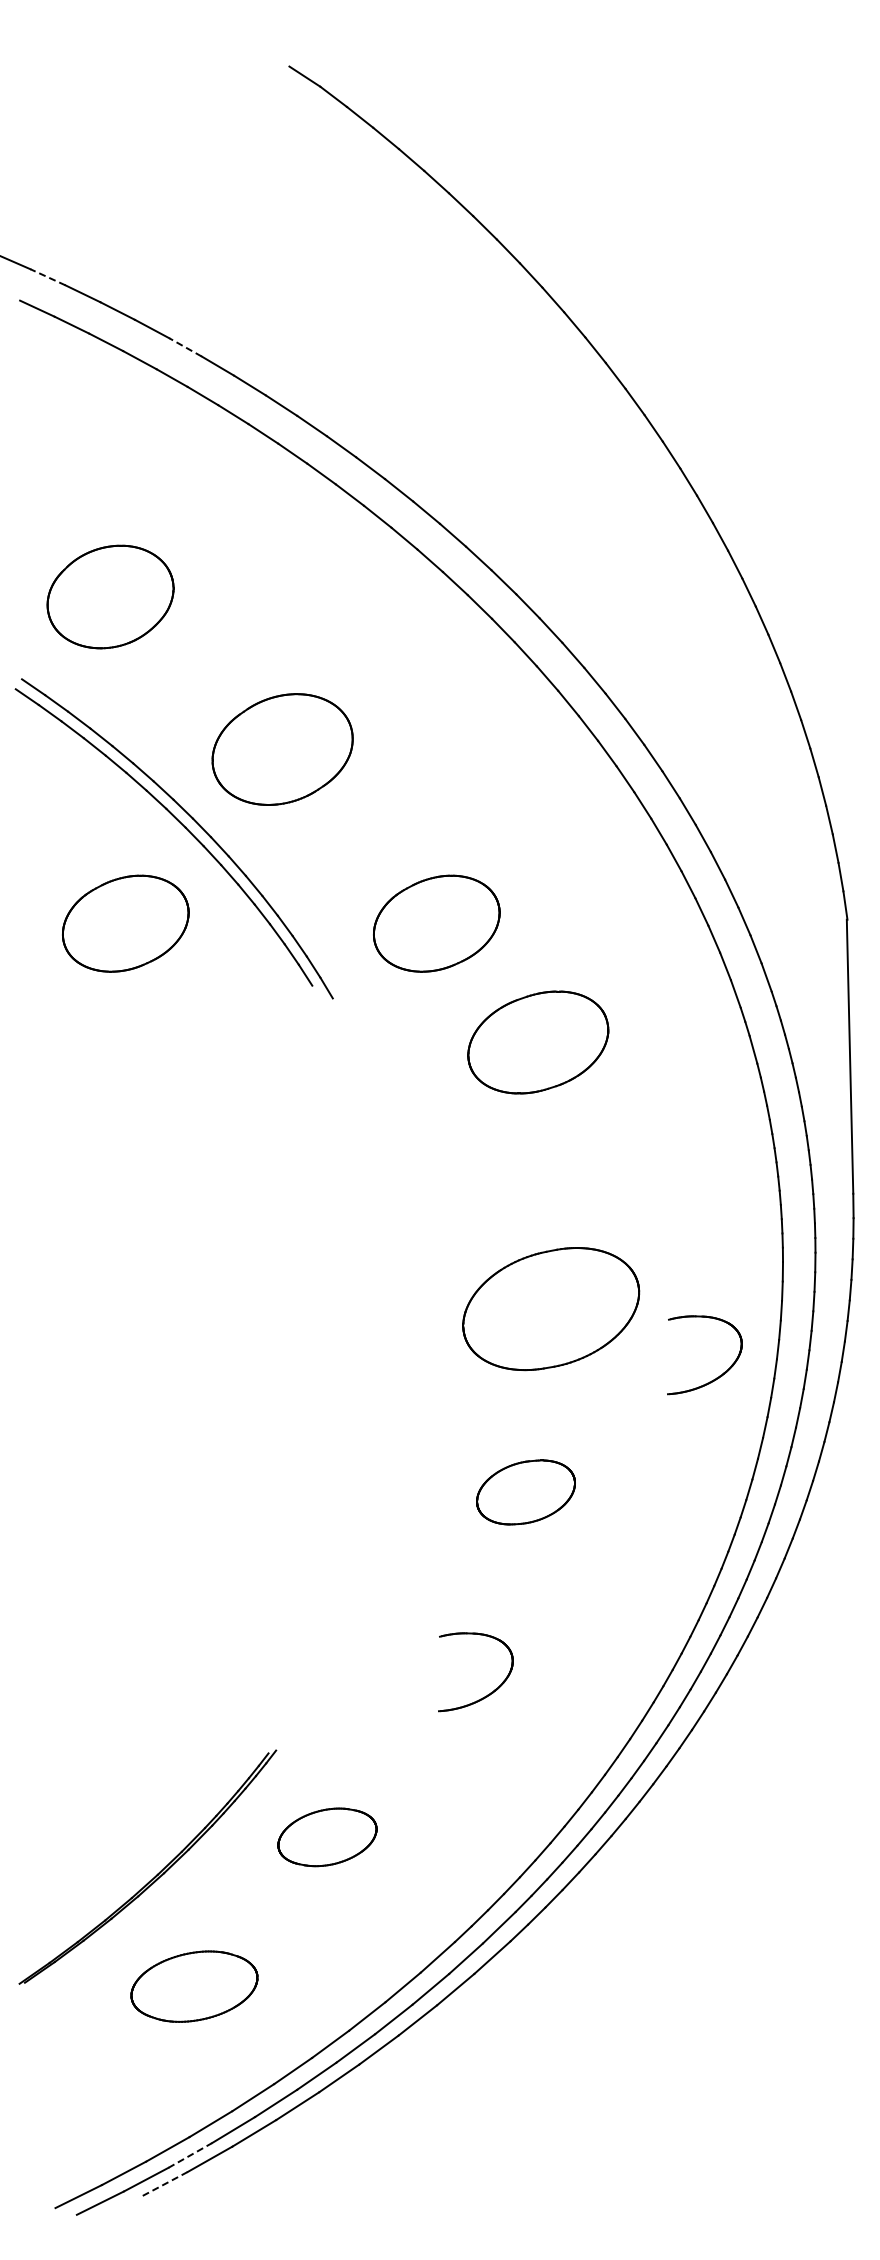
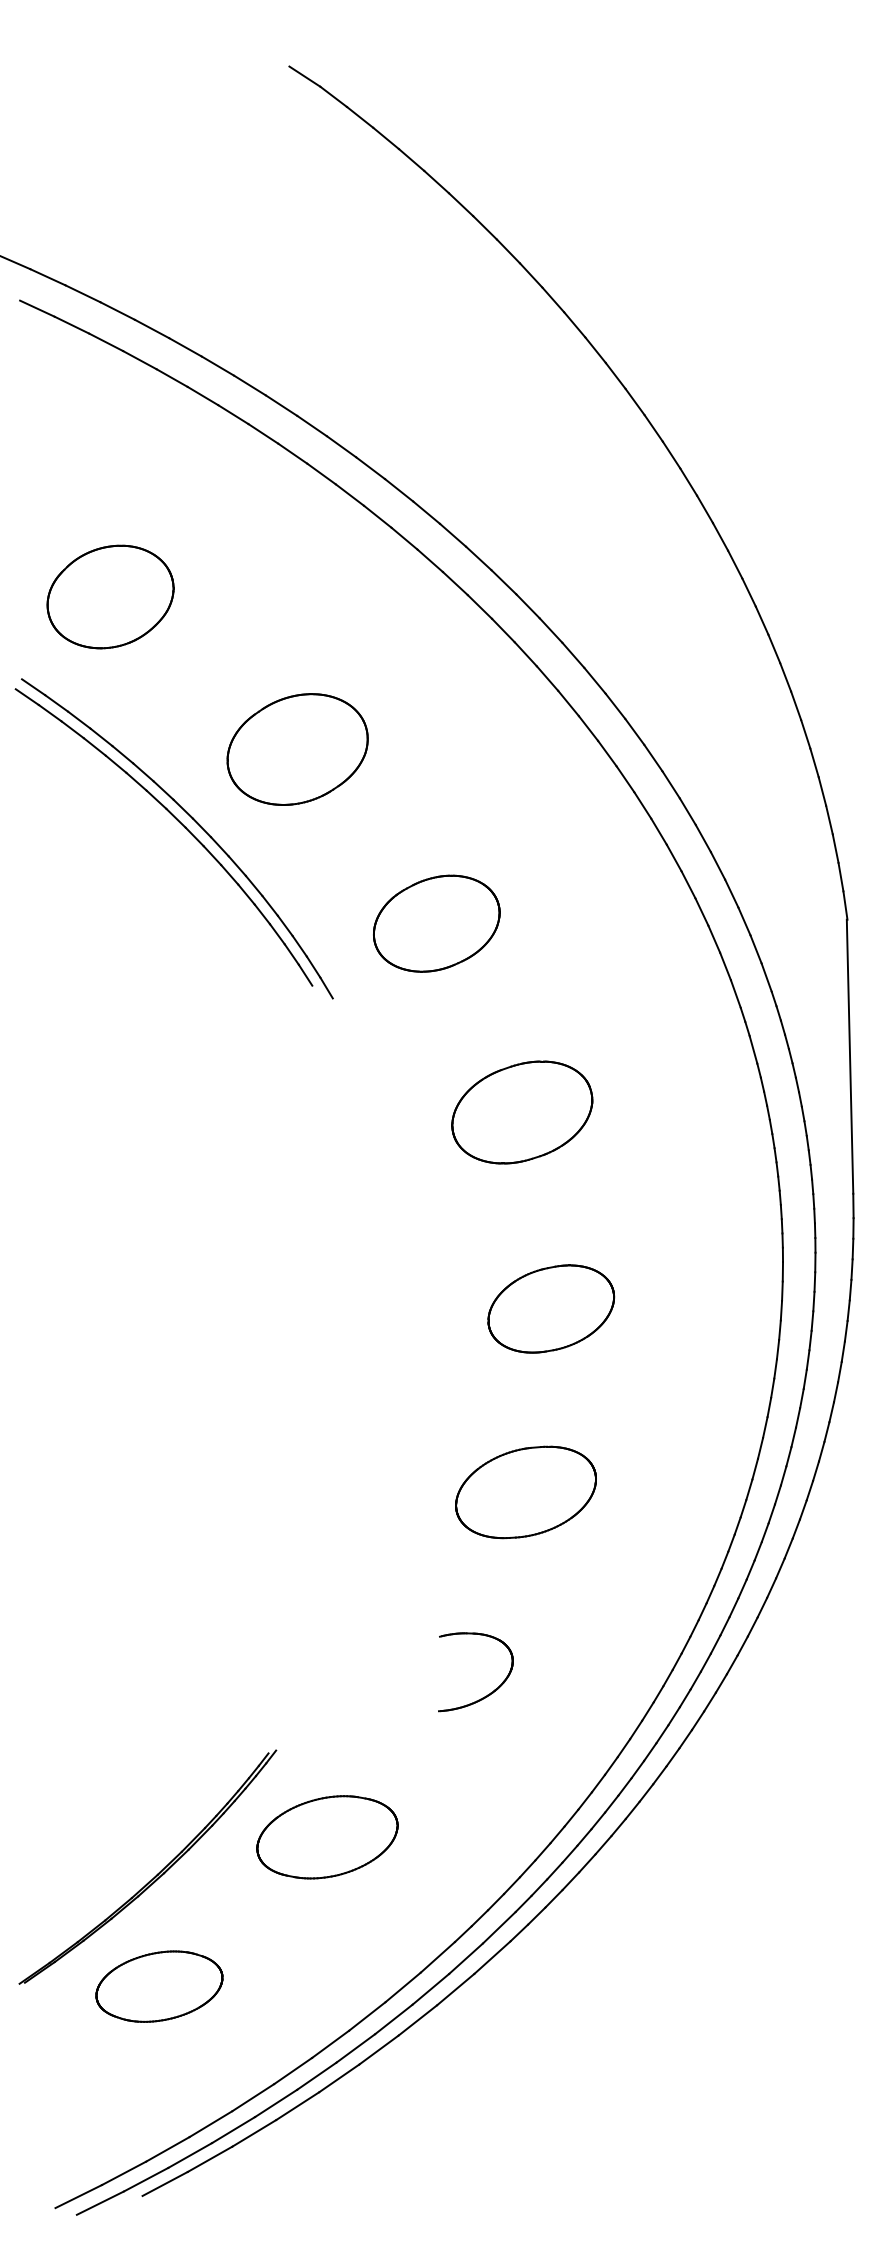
line at (47, 277): dashed -> solid
line at (185, 347): dashed -> solid
part at (282, 749) position: (282, 749) -> (297, 749)
part at (125, 923): present -> none
part at (538, 1042) position: (538, 1042) -> (522, 1112)
part at (551, 1309) size: 179x125 px -> 129x90 px
part at (719, 1375): present -> none
part at (525, 1492) size: 100x67 px -> 142x95 px
part at (327, 1837) size: 101x61 px -> 143x85 px
part at (194, 1986) position: (194, 1986) -> (159, 1986)
line at (190, 2155): dashed -> solid
line at (165, 2183): dashed -> solid
